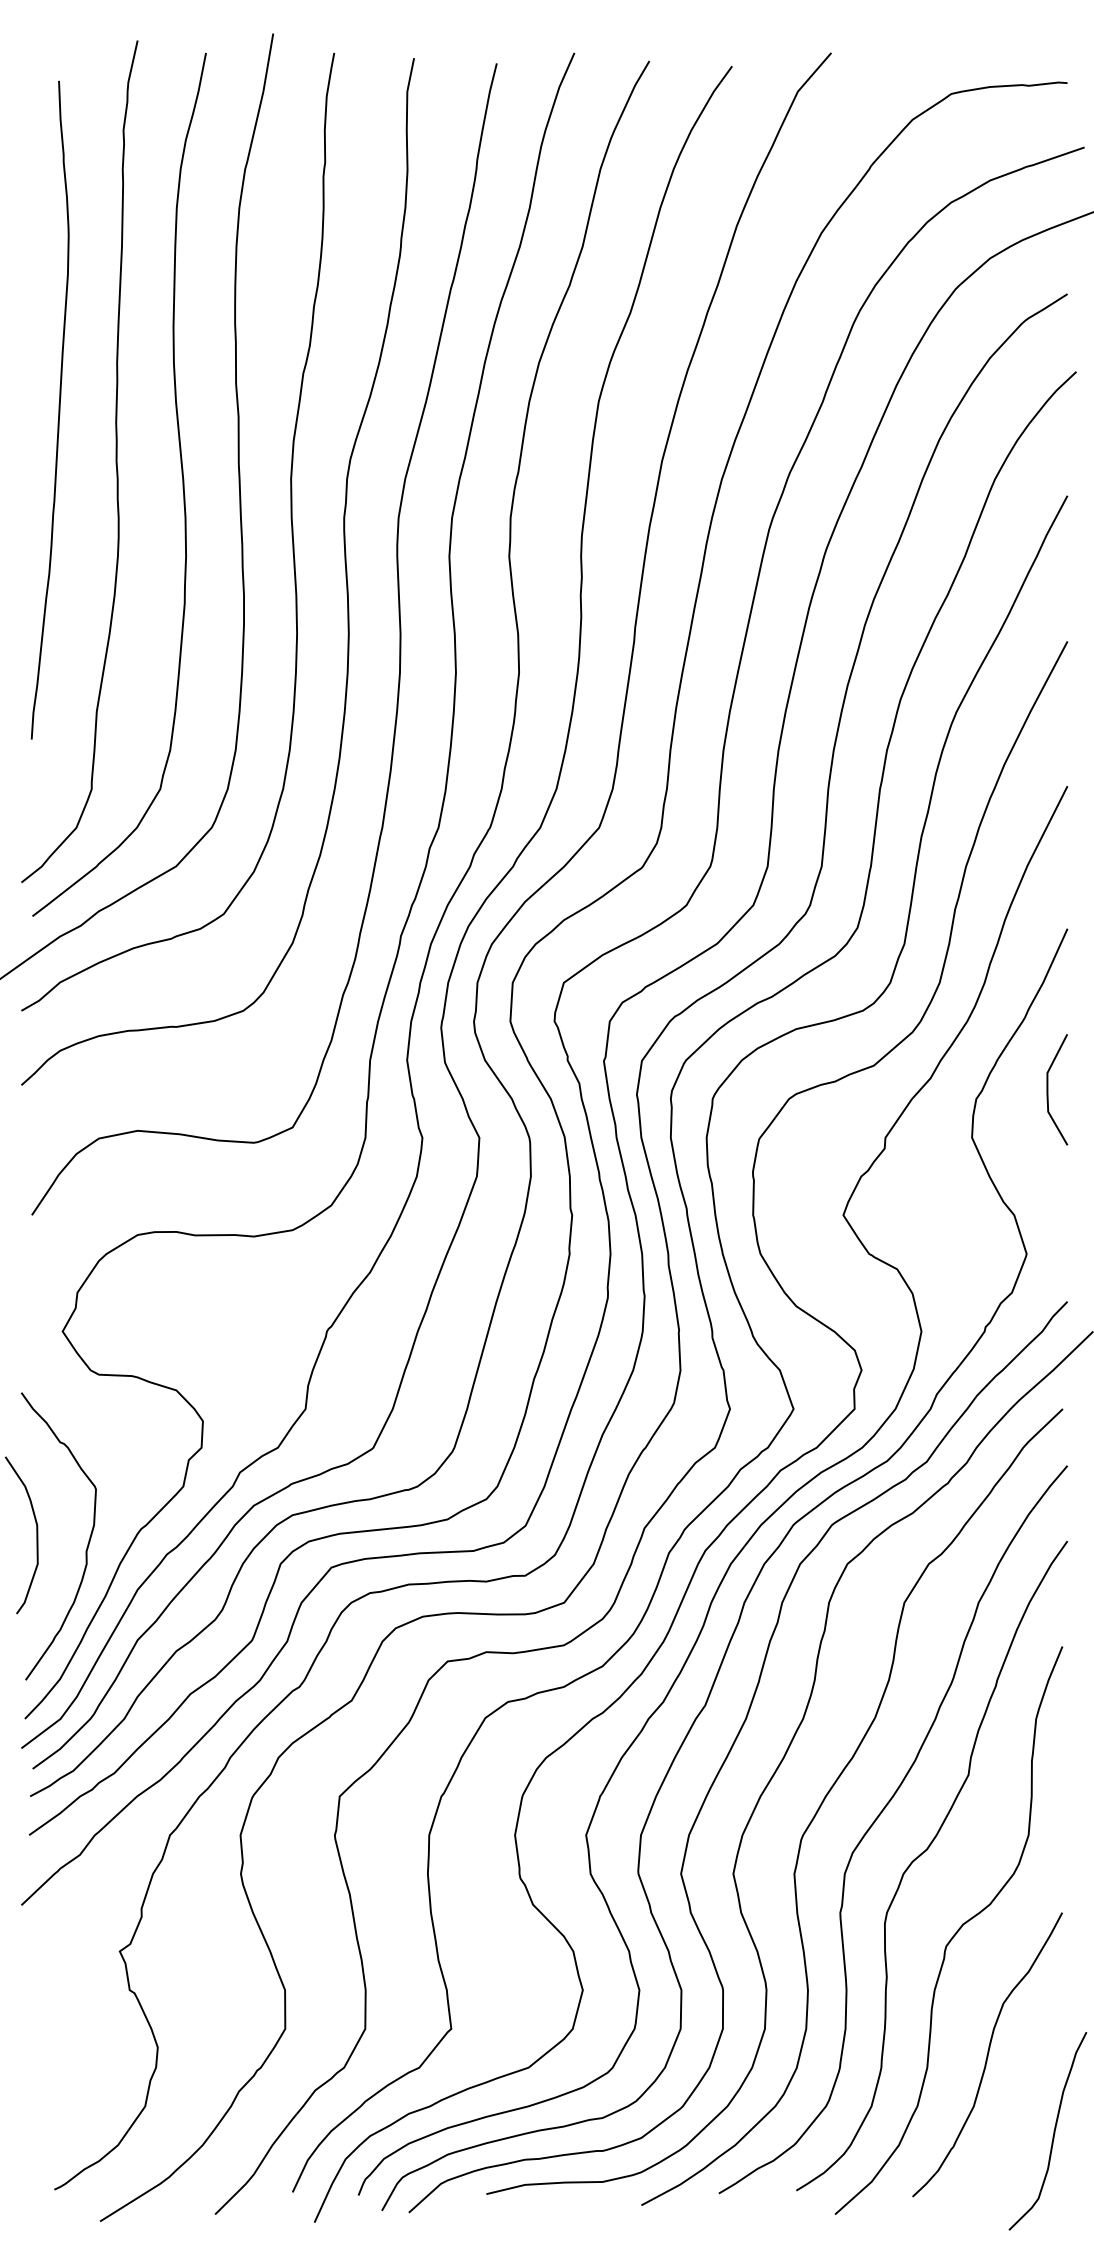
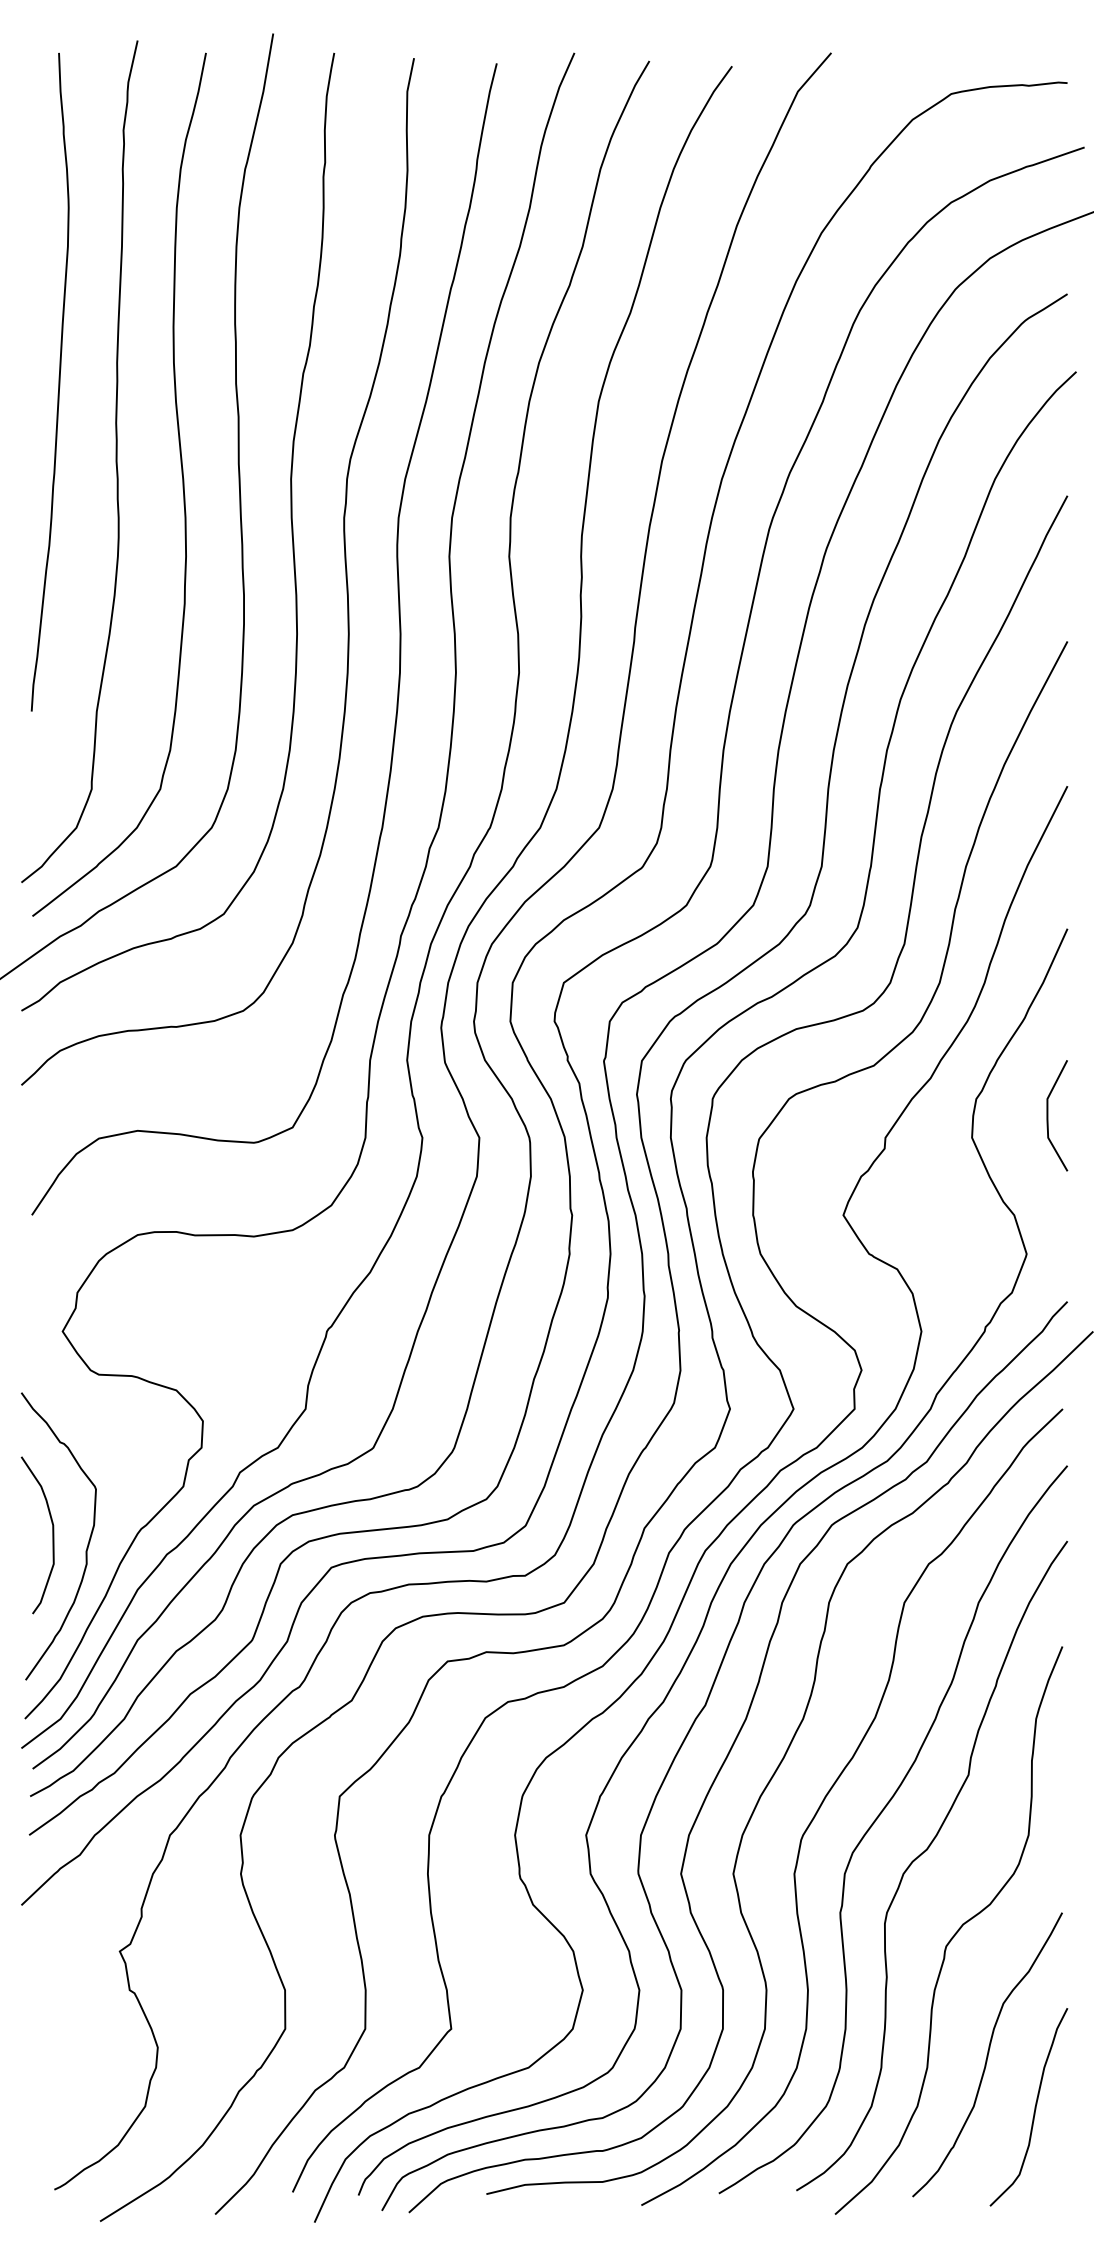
curve at (58, 409) position: (58, 409) -> (58, 381)
line at (1048, 1089) position: (1048, 1089) -> (1048, 1115)
curve at (36, 1535) position: (36, 1535) -> (52, 1535)
curve at (1053, 2131) position: (1053, 2131) -> (1034, 2107)
